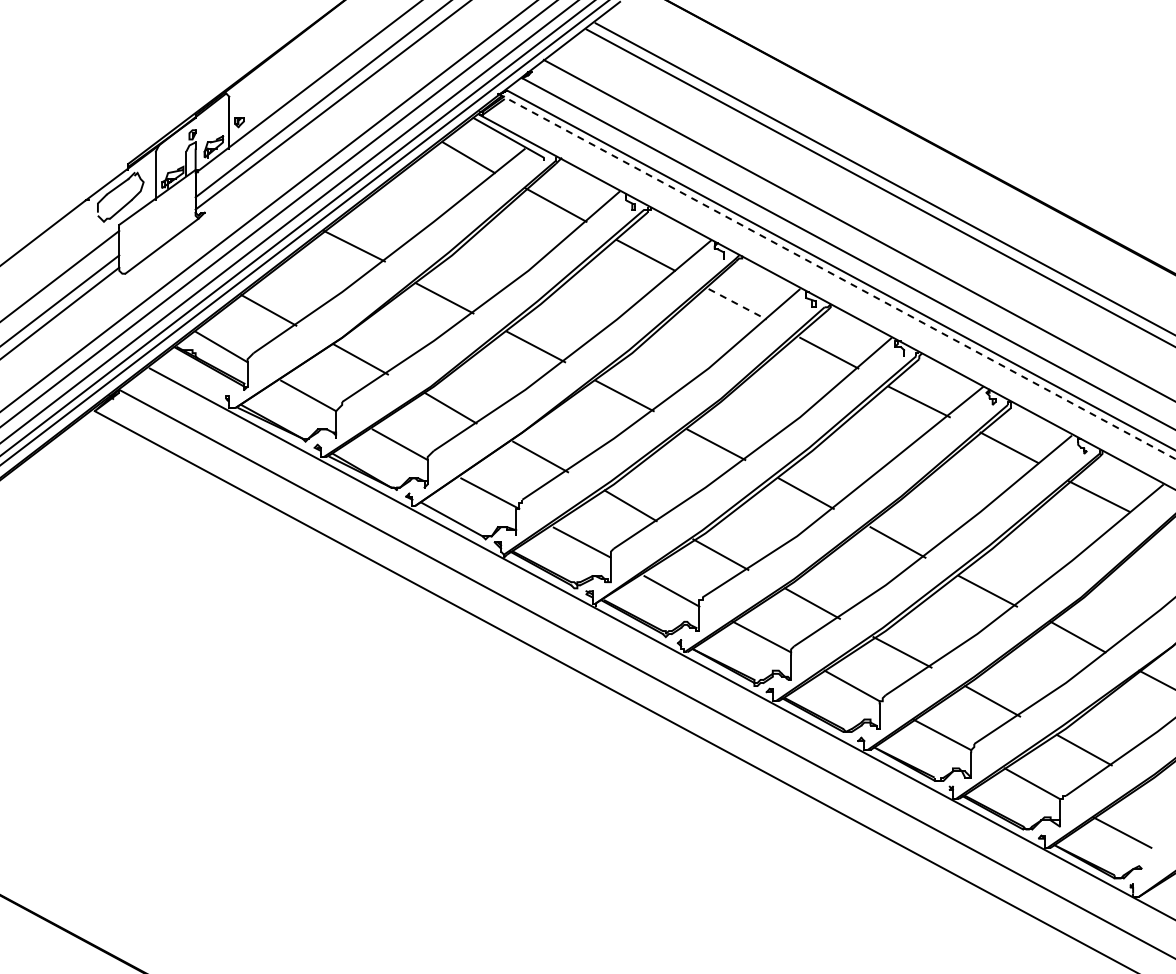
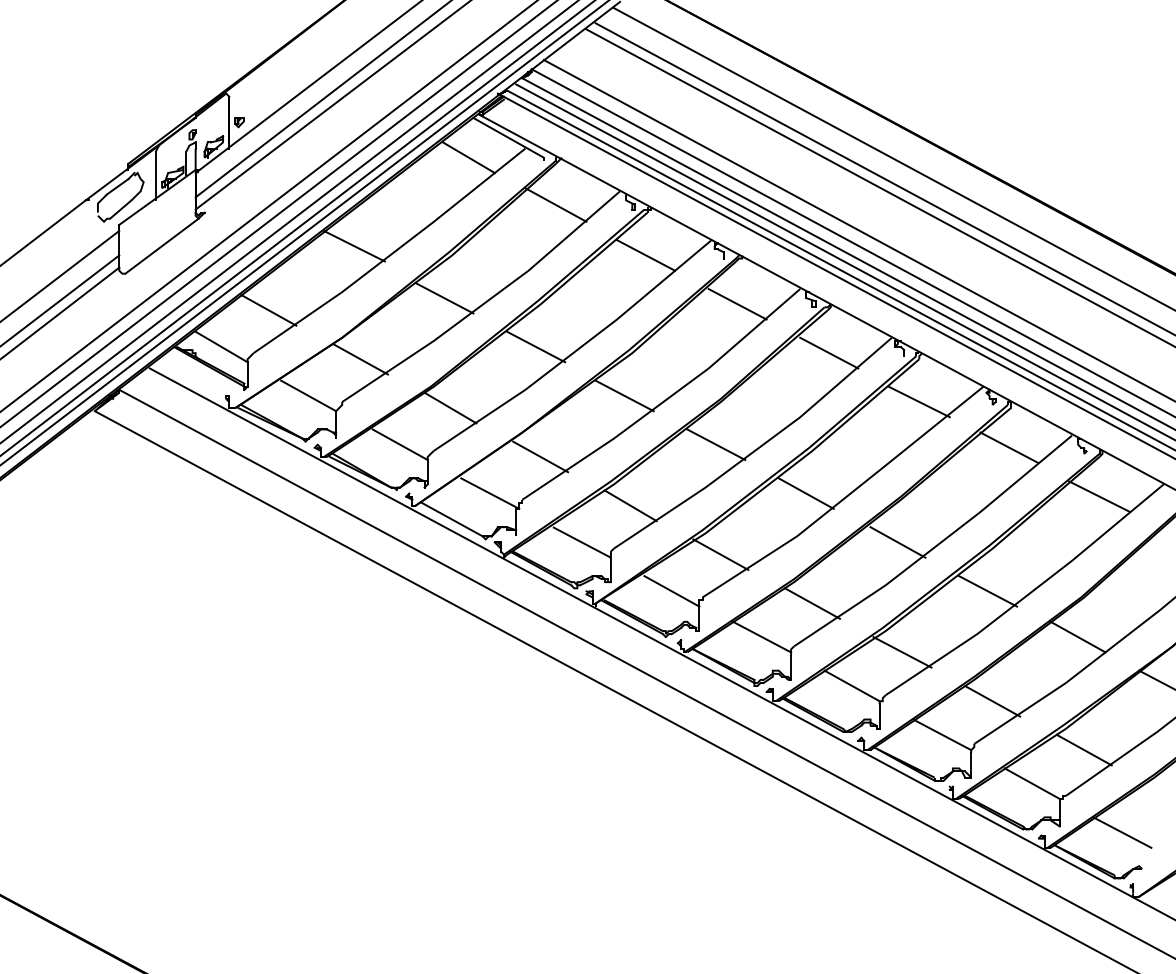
line at (892, 158): none -> present
line at (851, 242): none -> present
line at (844, 261): none -> present
line at (836, 276): dashed -> solid
line at (737, 304): dashed -> solid
